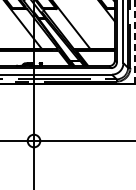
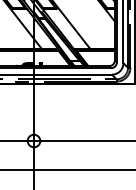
line at (134, 42): dashed -> solid
line at (67, 169): none -> present
